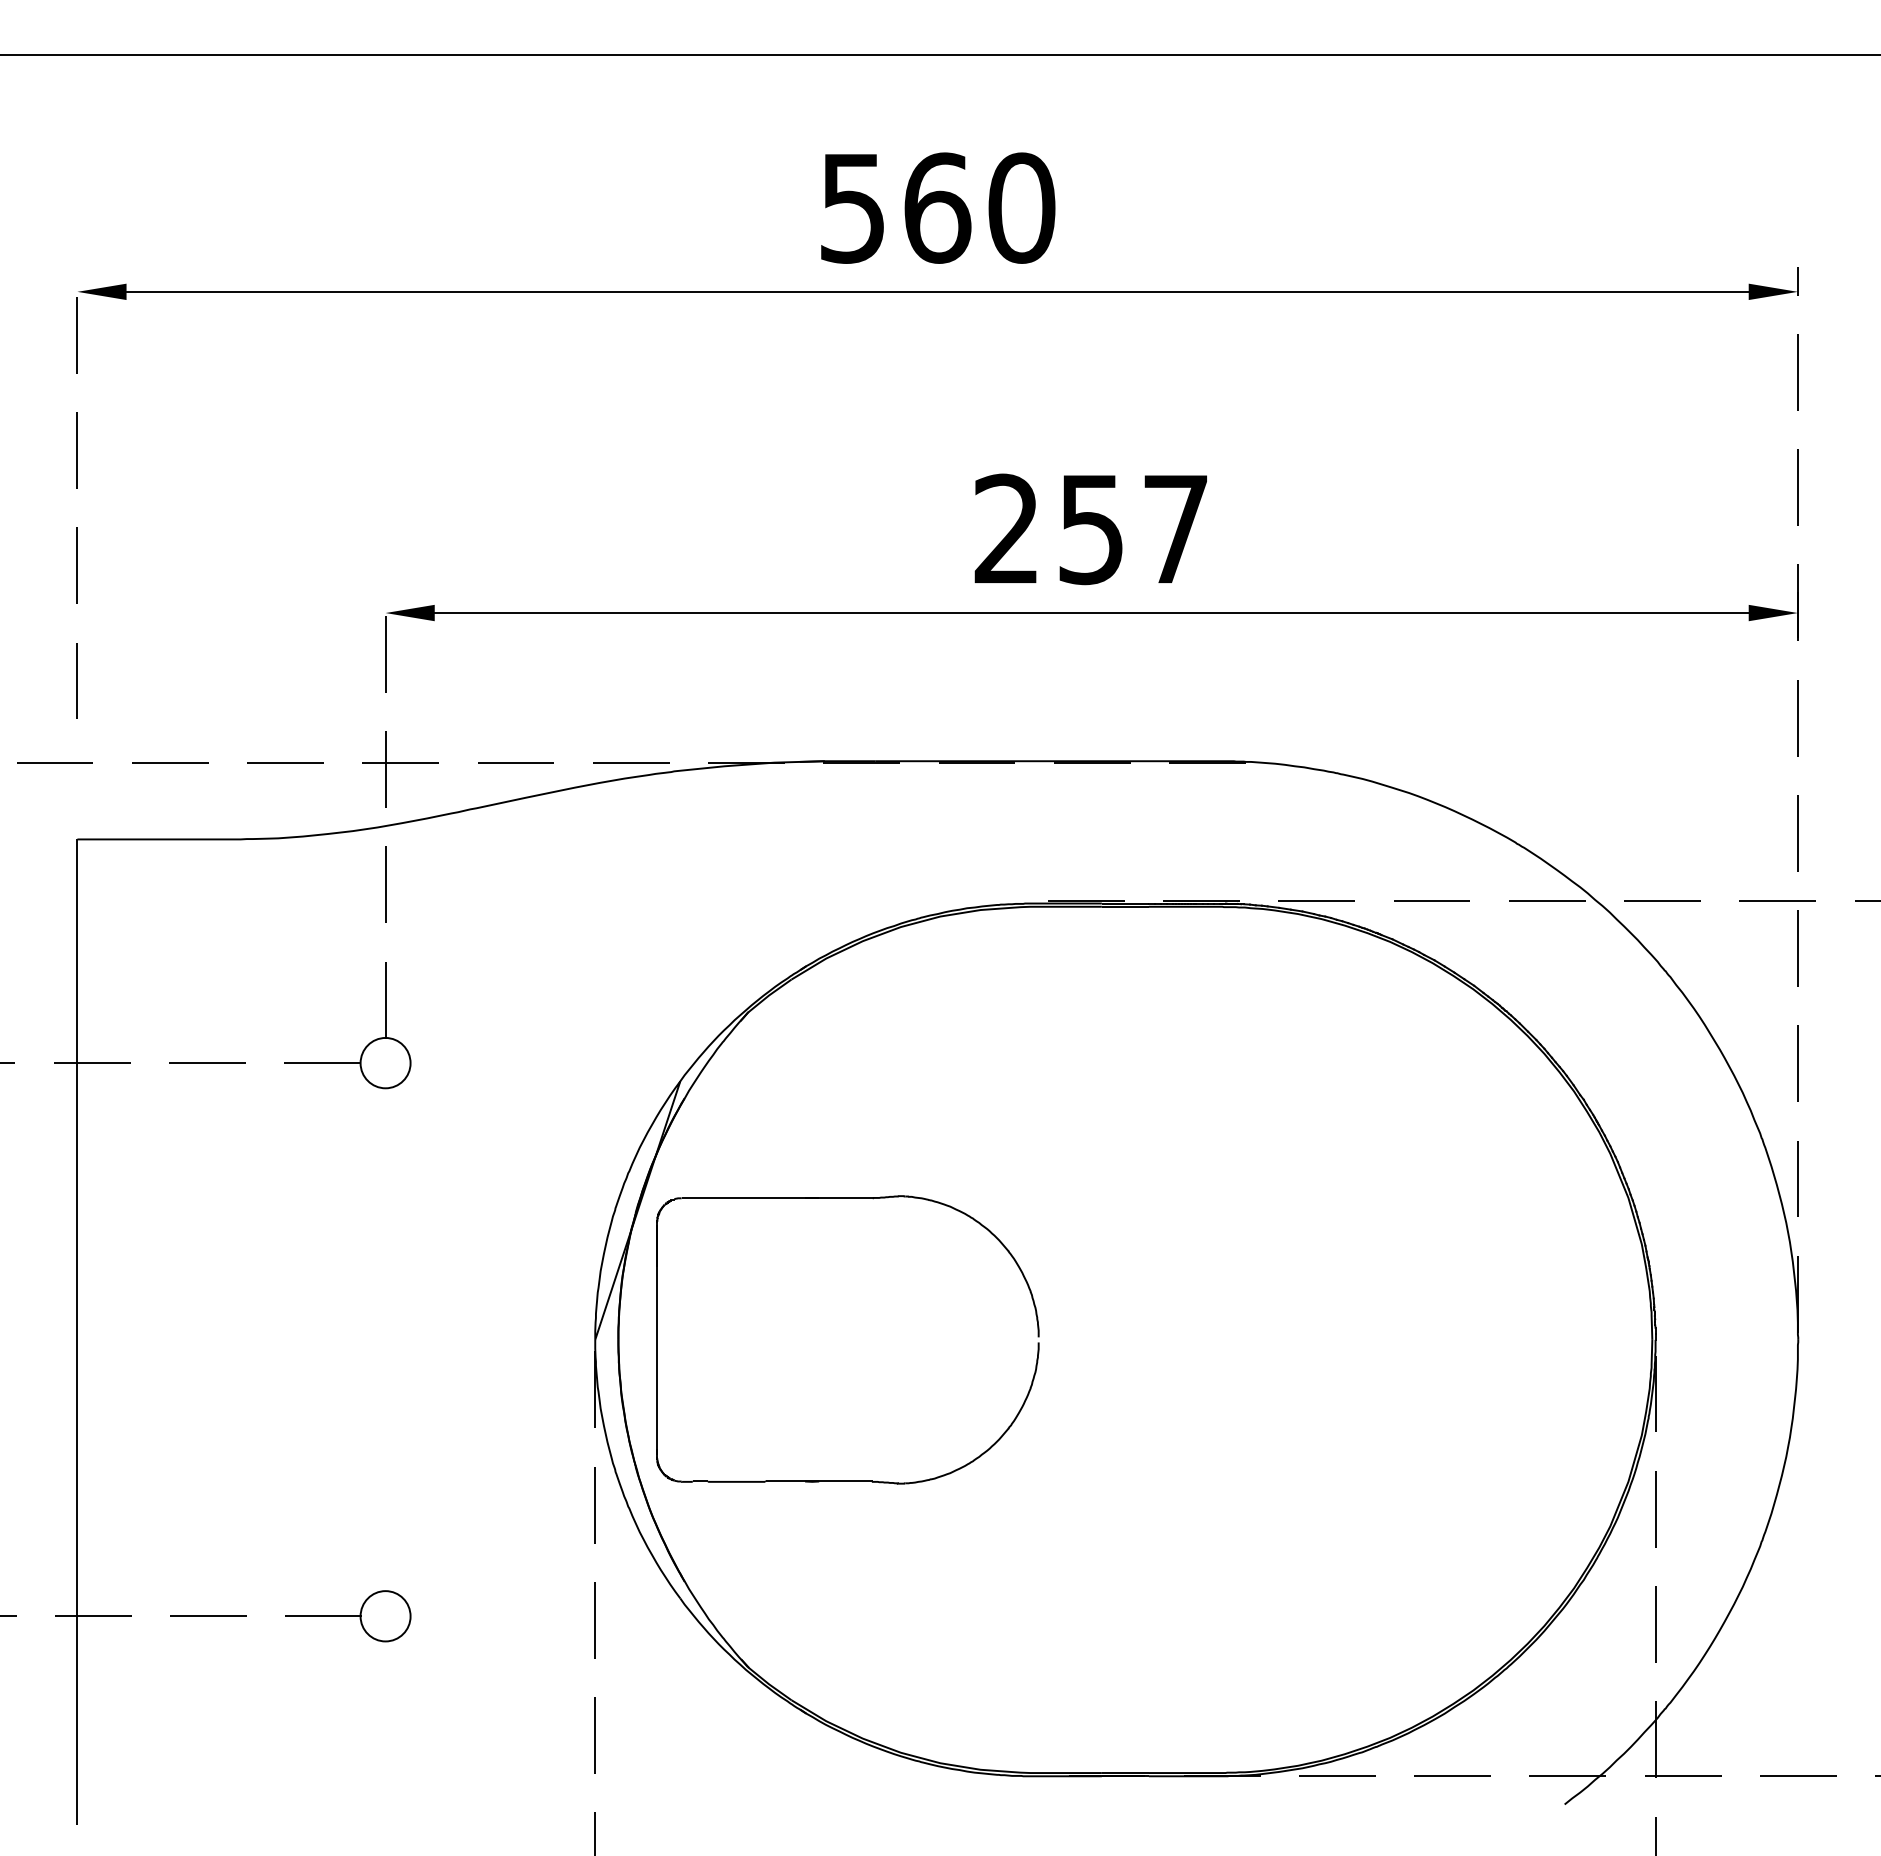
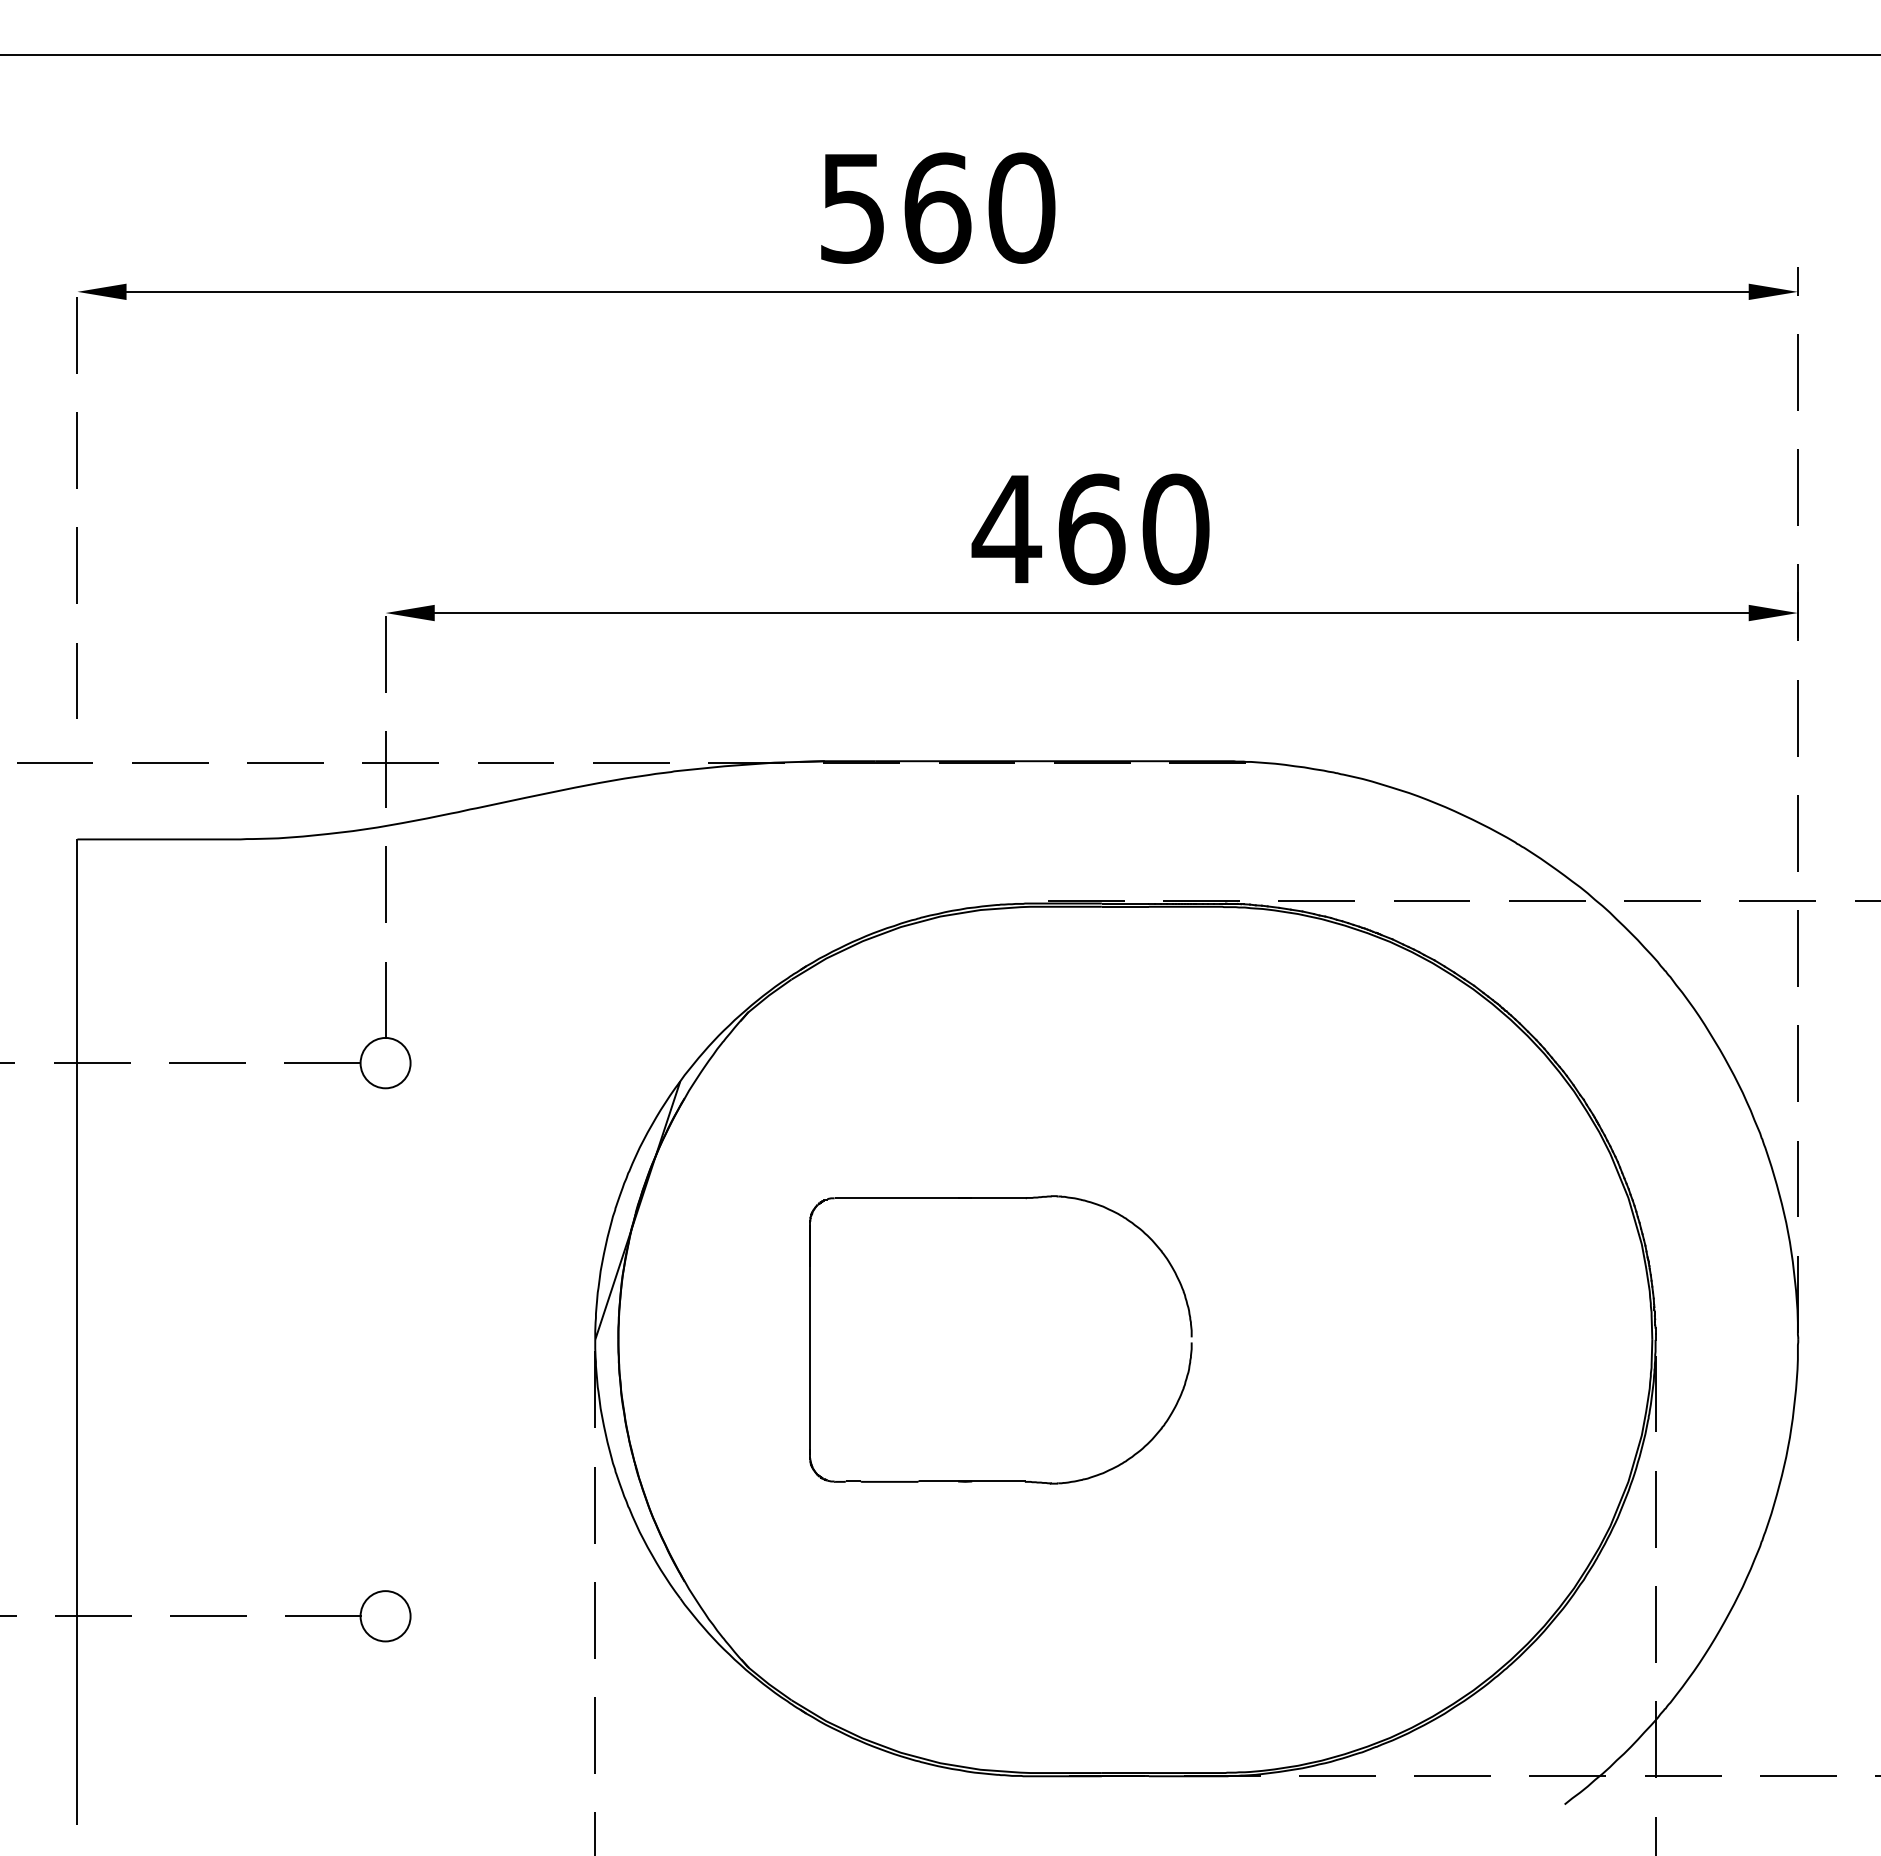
text at (1090, 529): 257 -> 460
part at (847, 1198) position: (847, 1198) -> (1000, 1198)
